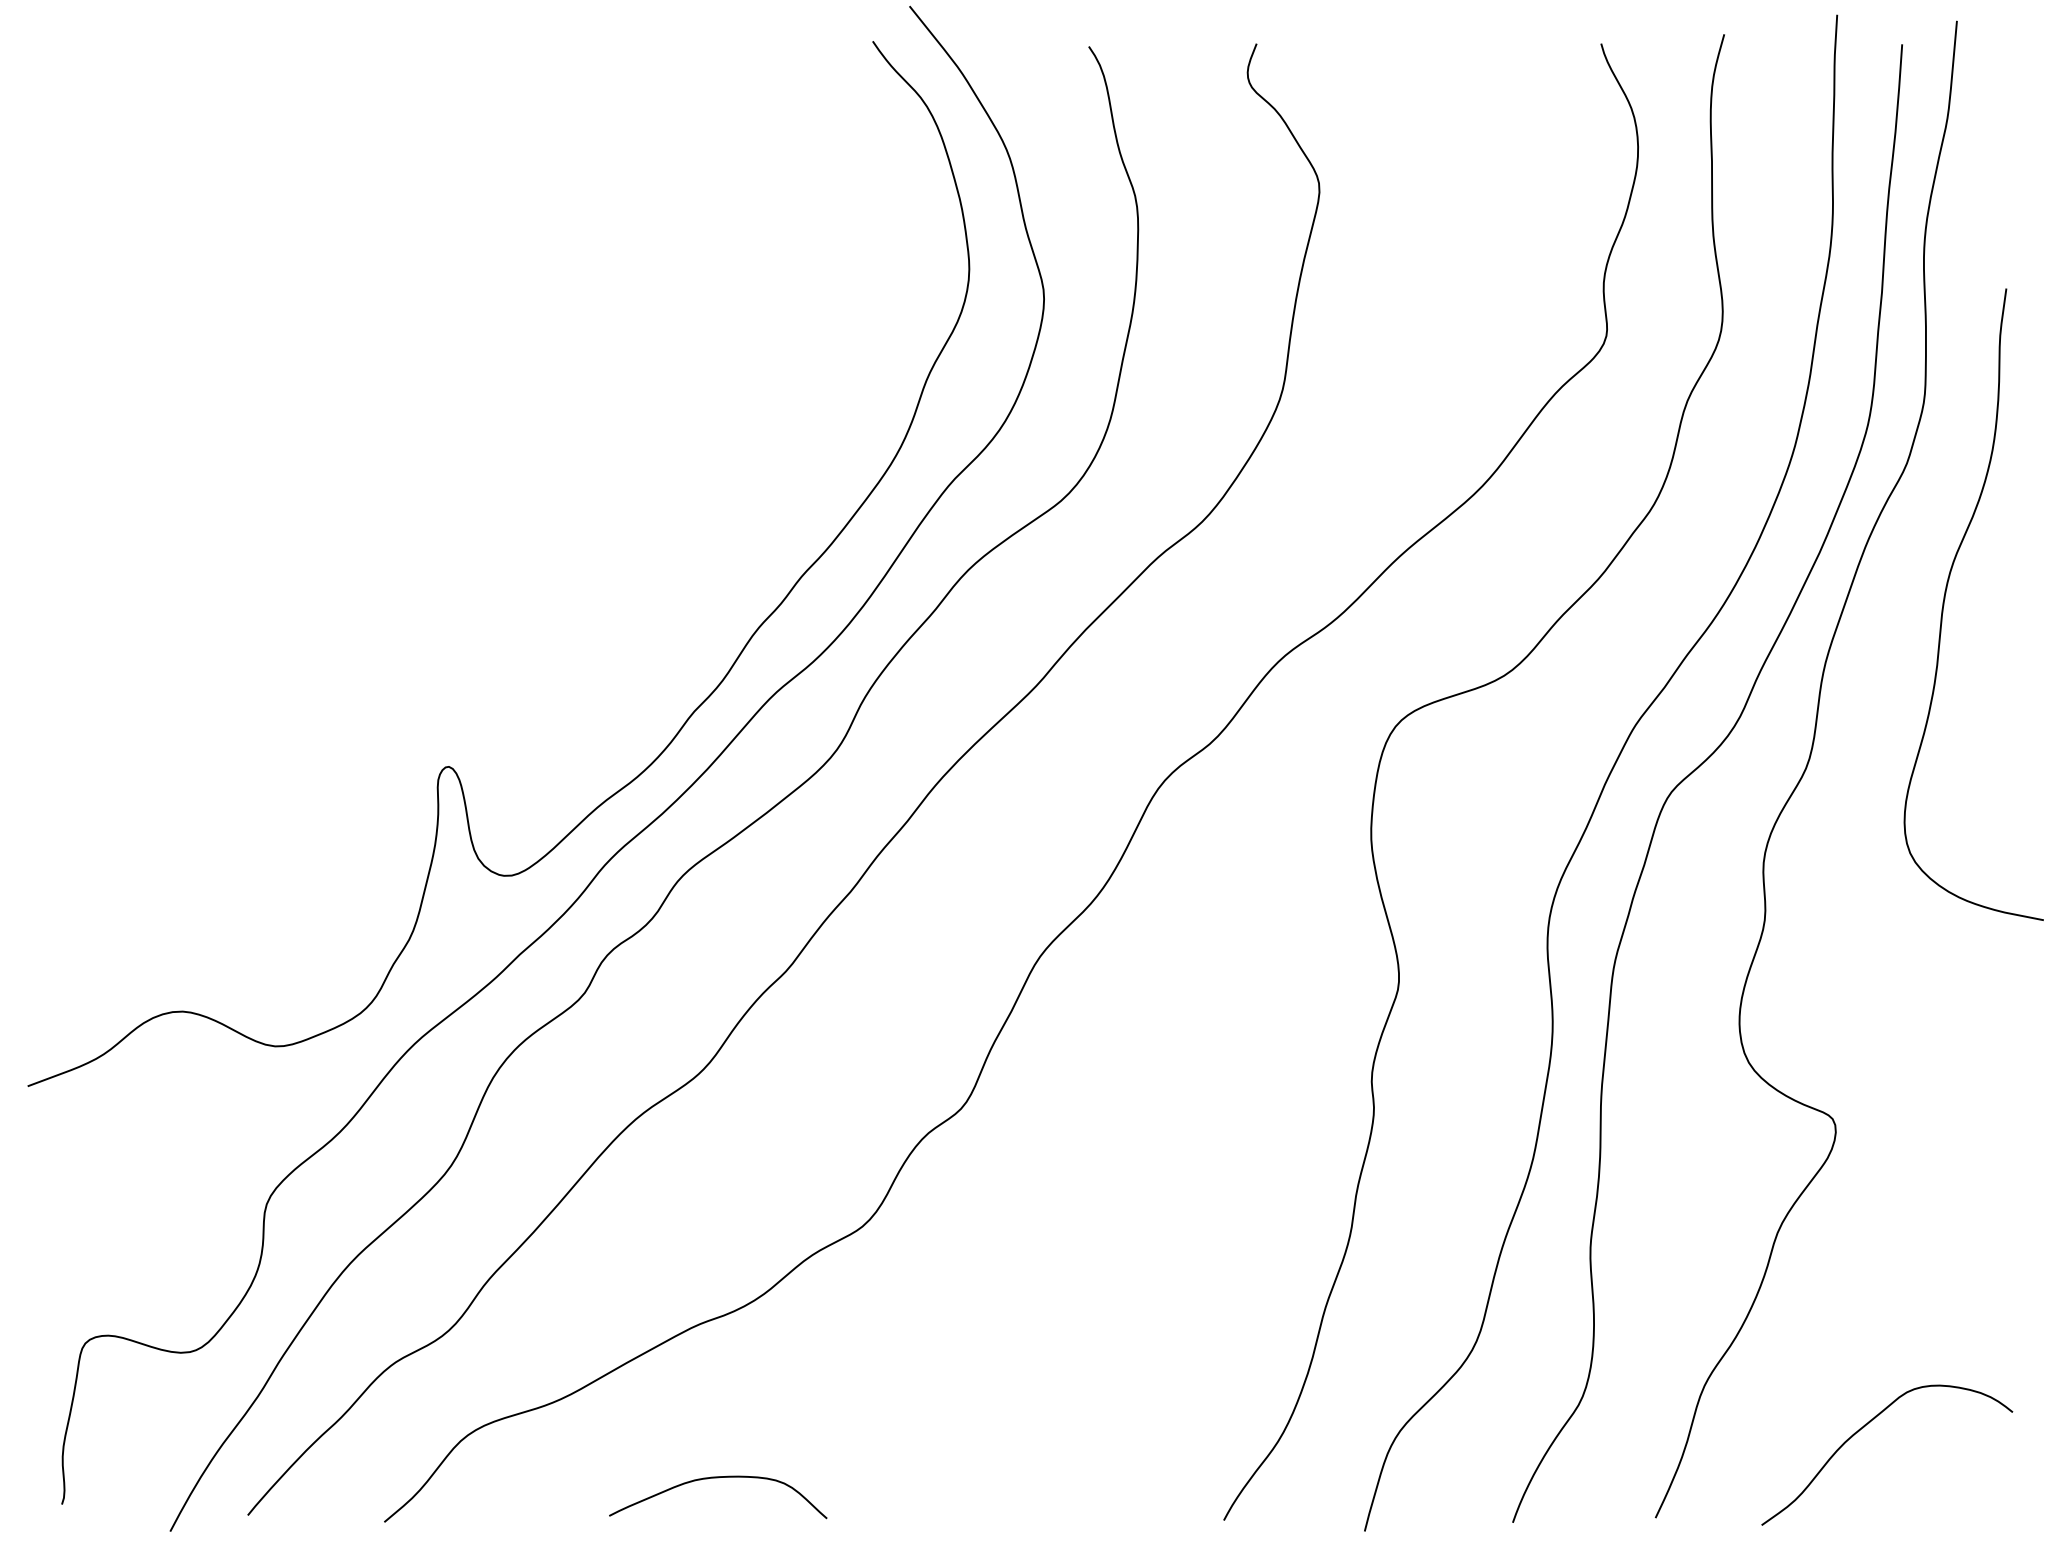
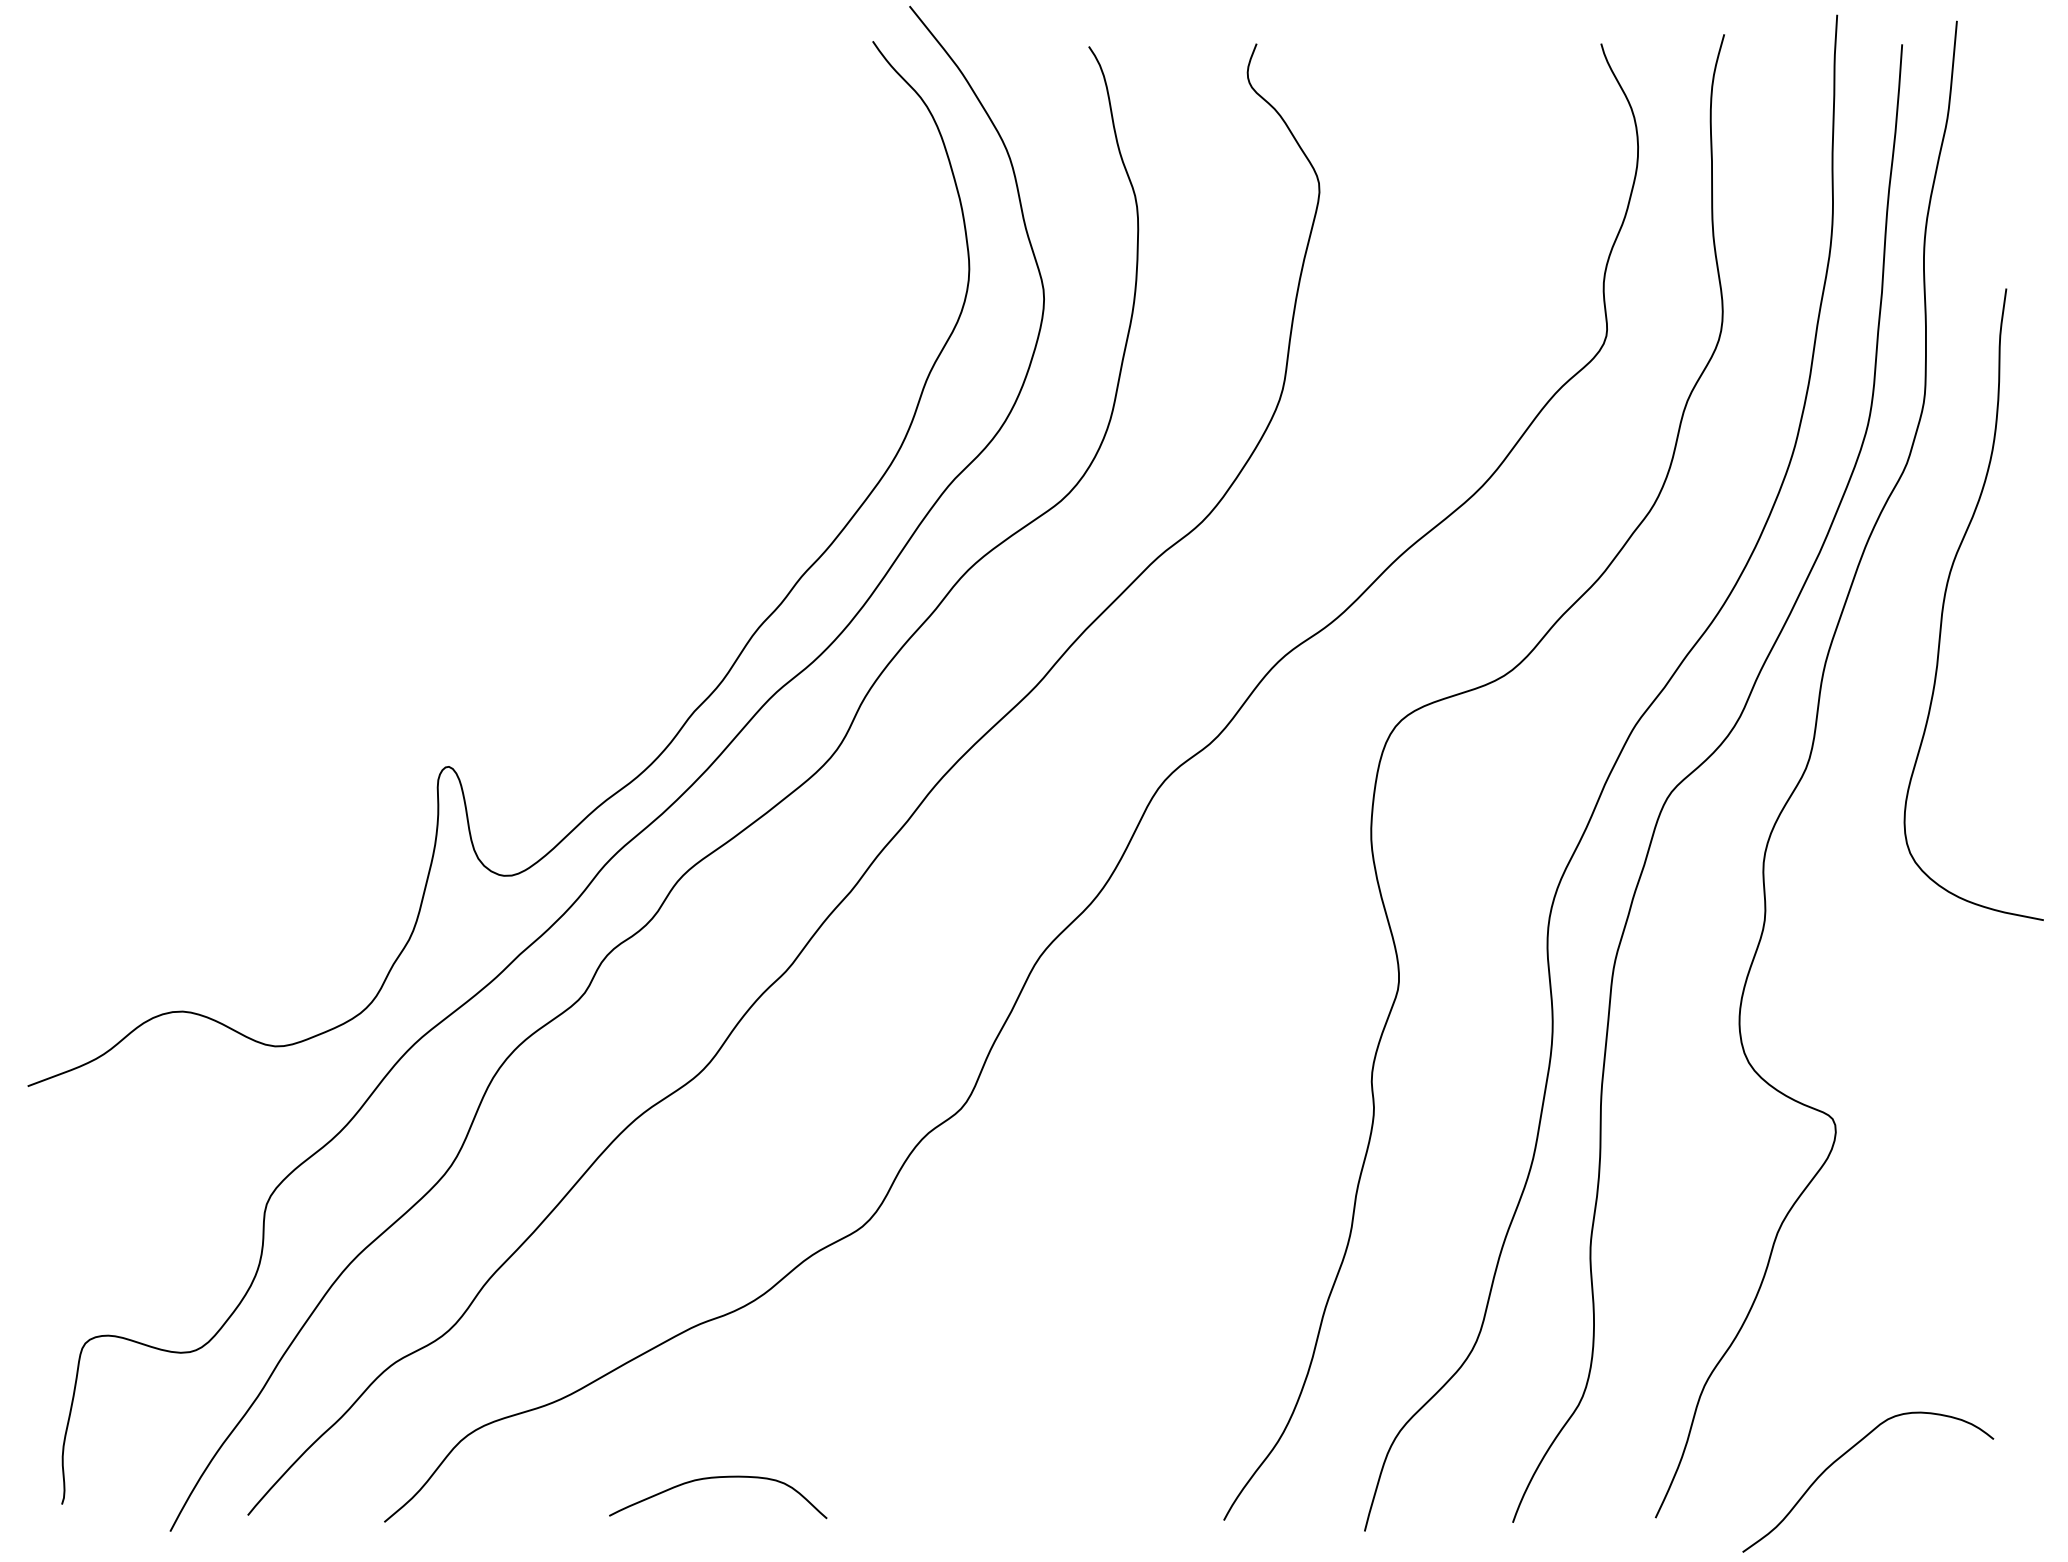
curve at (1863, 1428) position: (1863, 1428) -> (1844, 1455)
